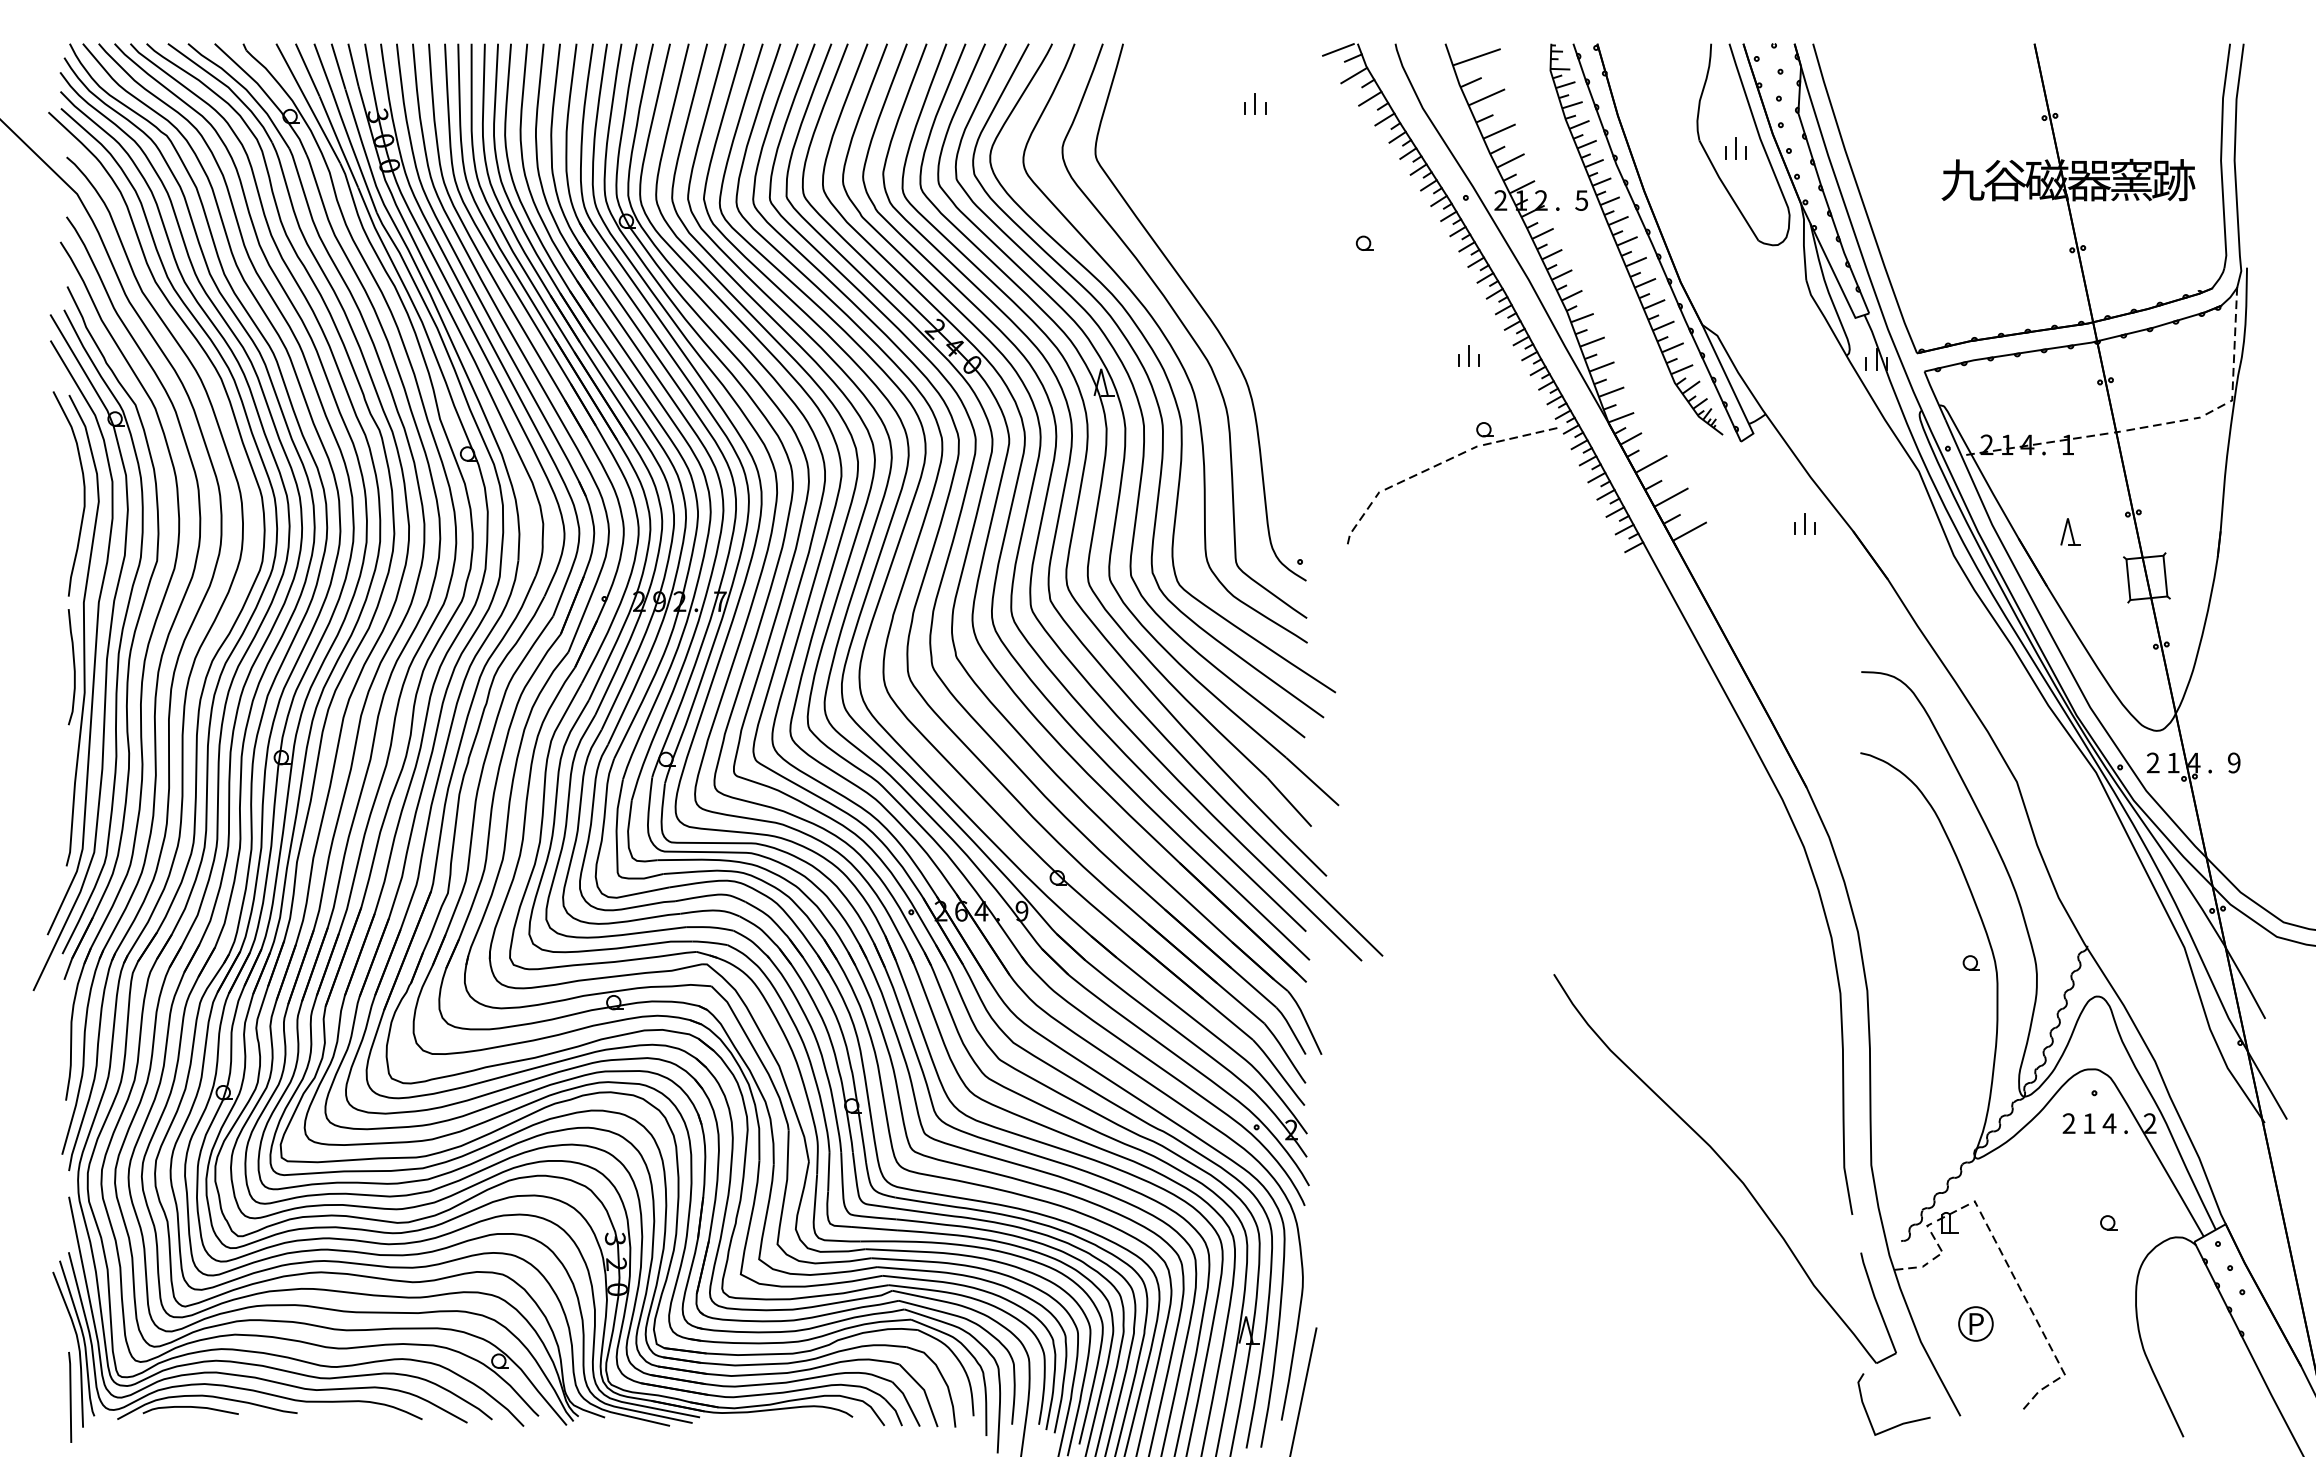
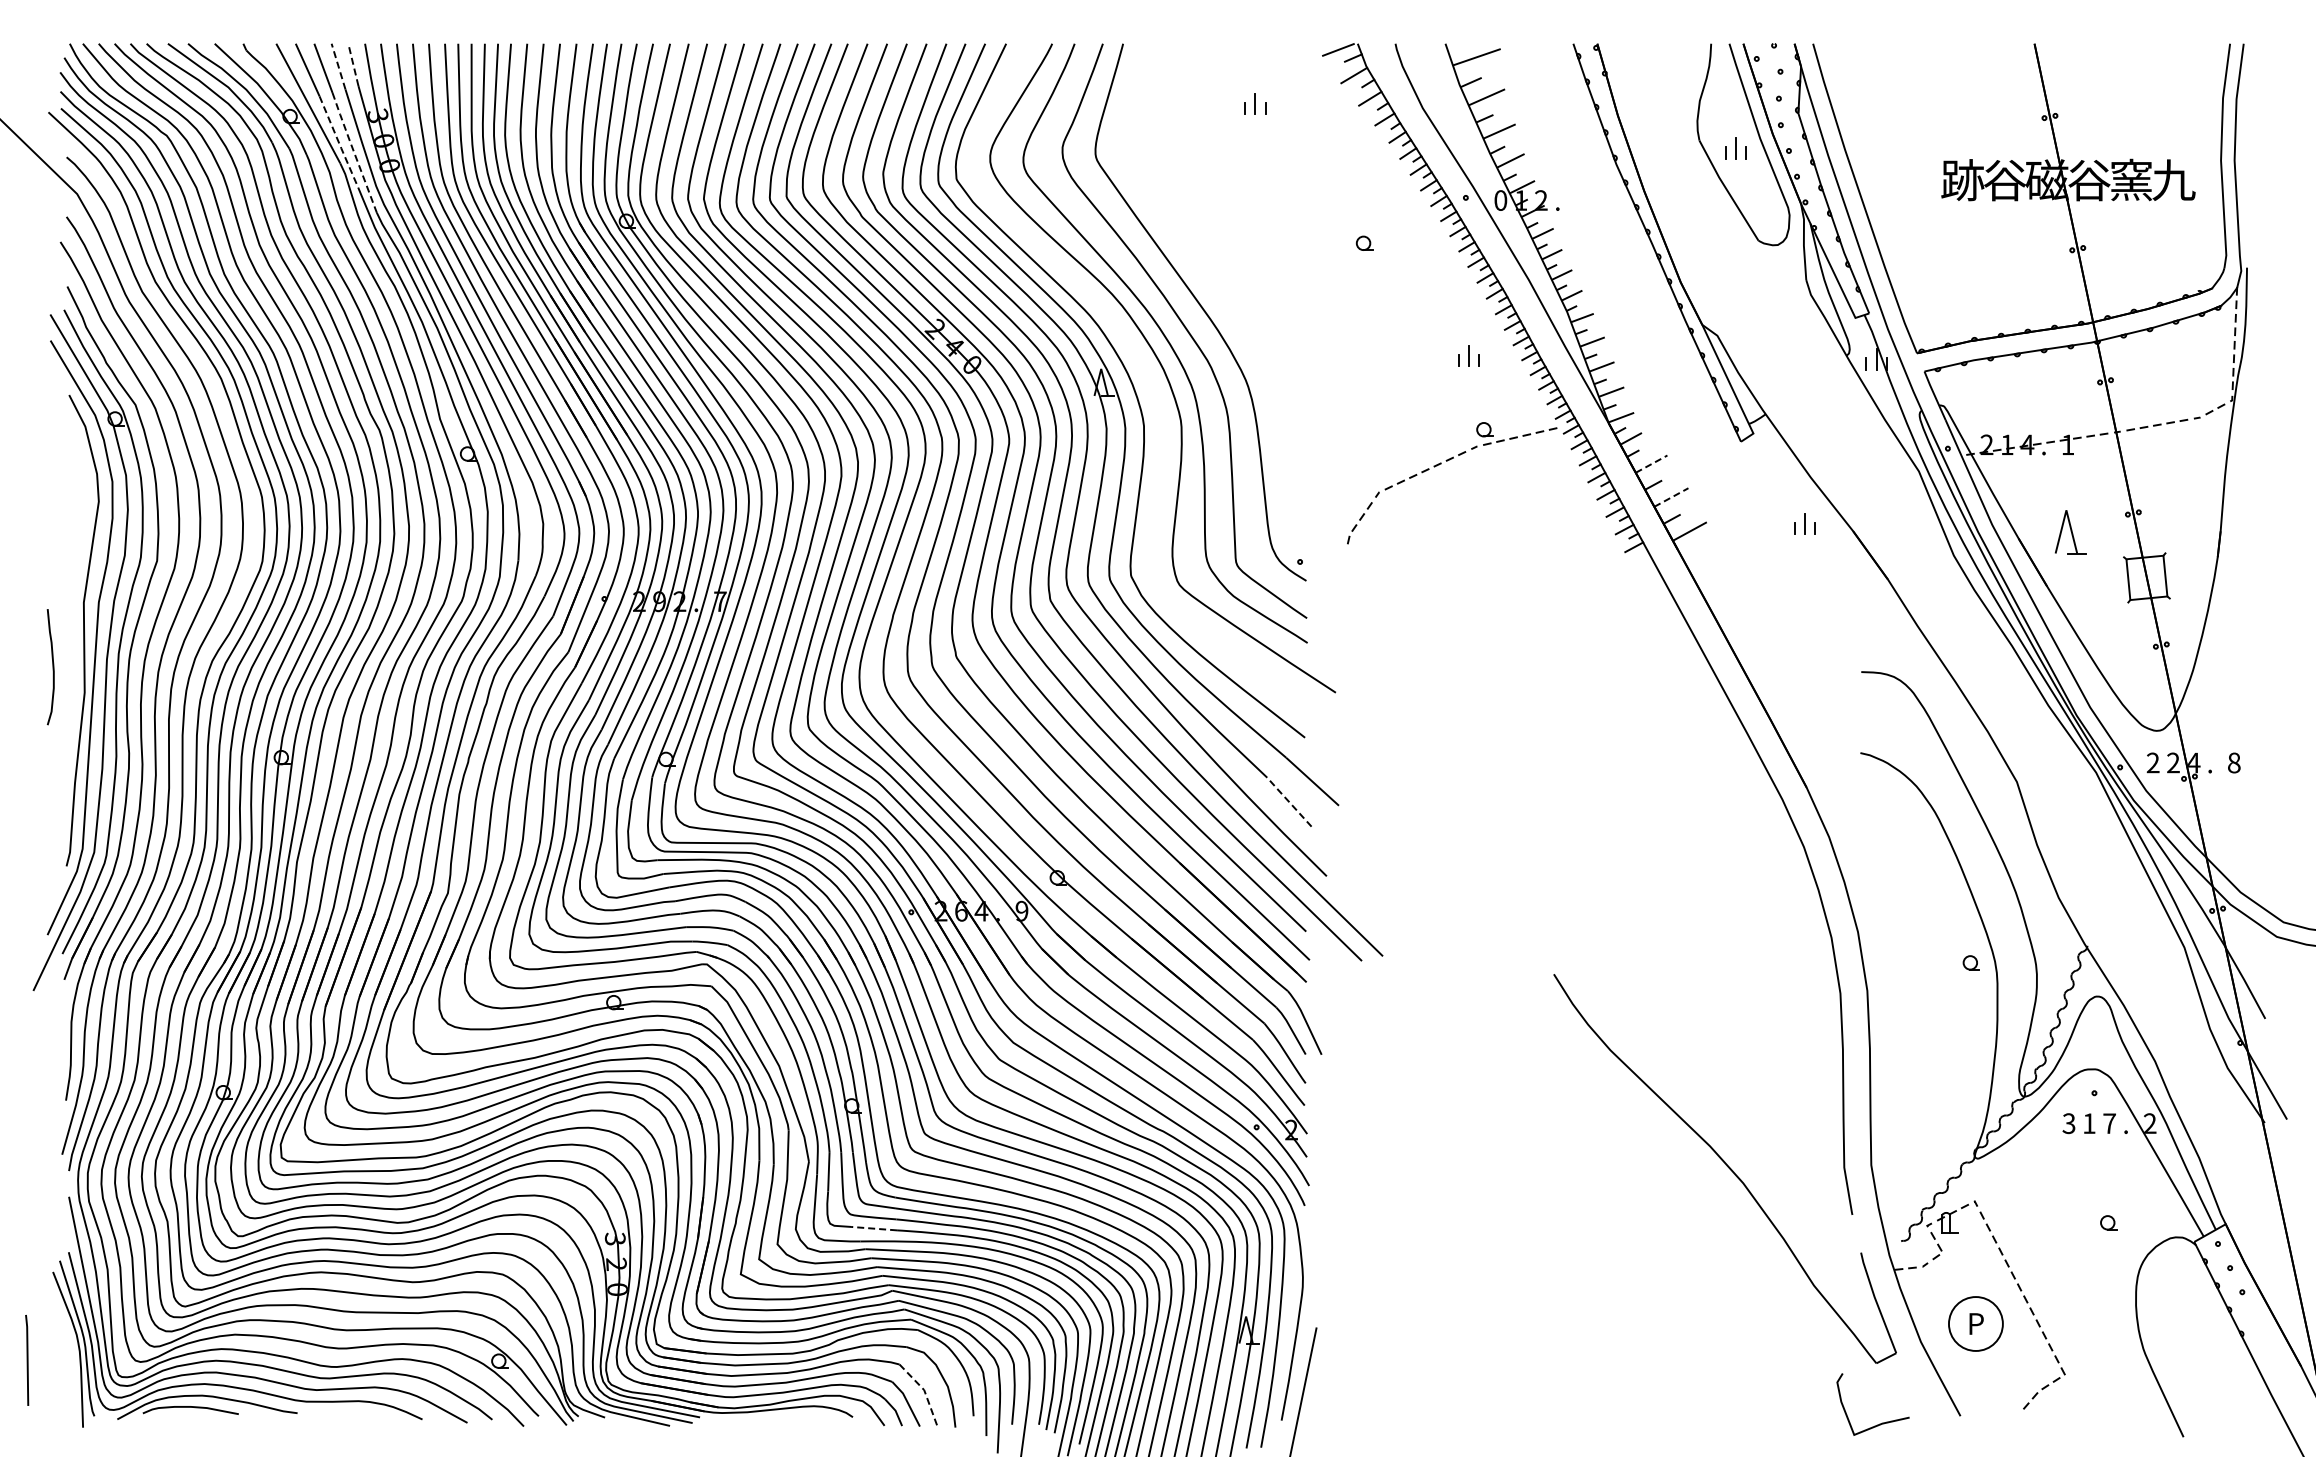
line at (353, 64): solid -> dashed
line at (338, 66): solid -> dashed
line at (338, 142): solid -> dashed
line at (353, 151): solid -> dashed
text at (1962, 180): 九 -> 跡
text at (2088, 180): 器 -> 谷
text at (2173, 180): 跡 -> 九
text at (1500, 200): 2 -> 0
part at (1636, 239): present -> none
curve at (1148, 380): present -> none
line at (1652, 463): solid -> dashed
curve at (83, 493): present -> none
line at (1671, 497): solid -> dashed
part at (2070, 531) size: 21x28 px -> 32x45 px
curve at (73, 667) position: (73, 667) -> (52, 667)
text at (2173, 762): 1 -> 2
text at (2234, 762): 9 -> 8
line at (1289, 801): solid -> dashed
text at (2068, 1123): 2 -> 3
text at (2109, 1123): 4 -> 7
line at (873, 1228): solid -> dashed
circle at (1975, 1323) diameter: 34 px -> 54 px
line at (924, 1391): solid -> dashed
line at (70, 1397) position: (70, 1397) -> (27, 1360)
curve at (1900, 1423) position: (1900, 1423) -> (1879, 1423)
